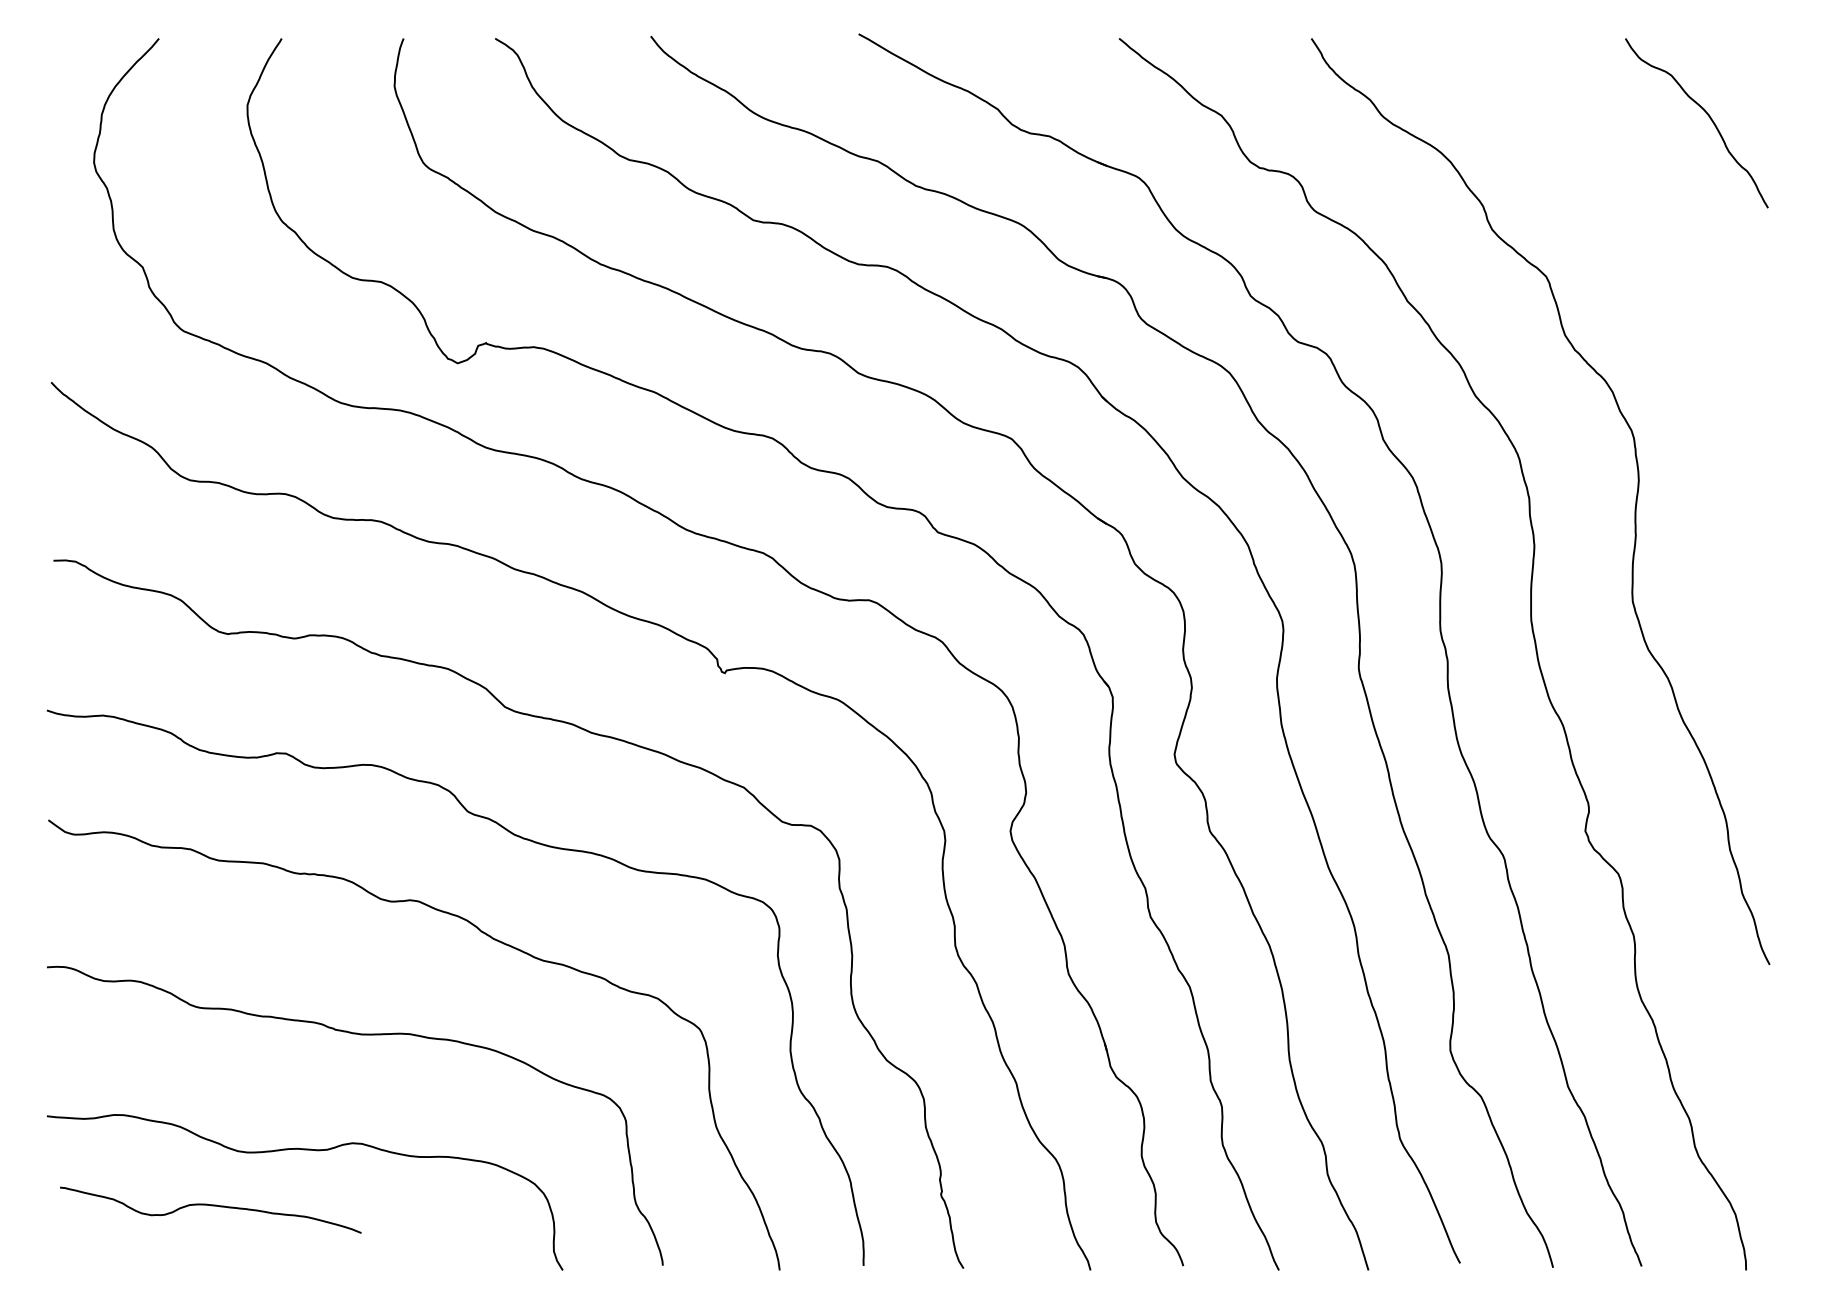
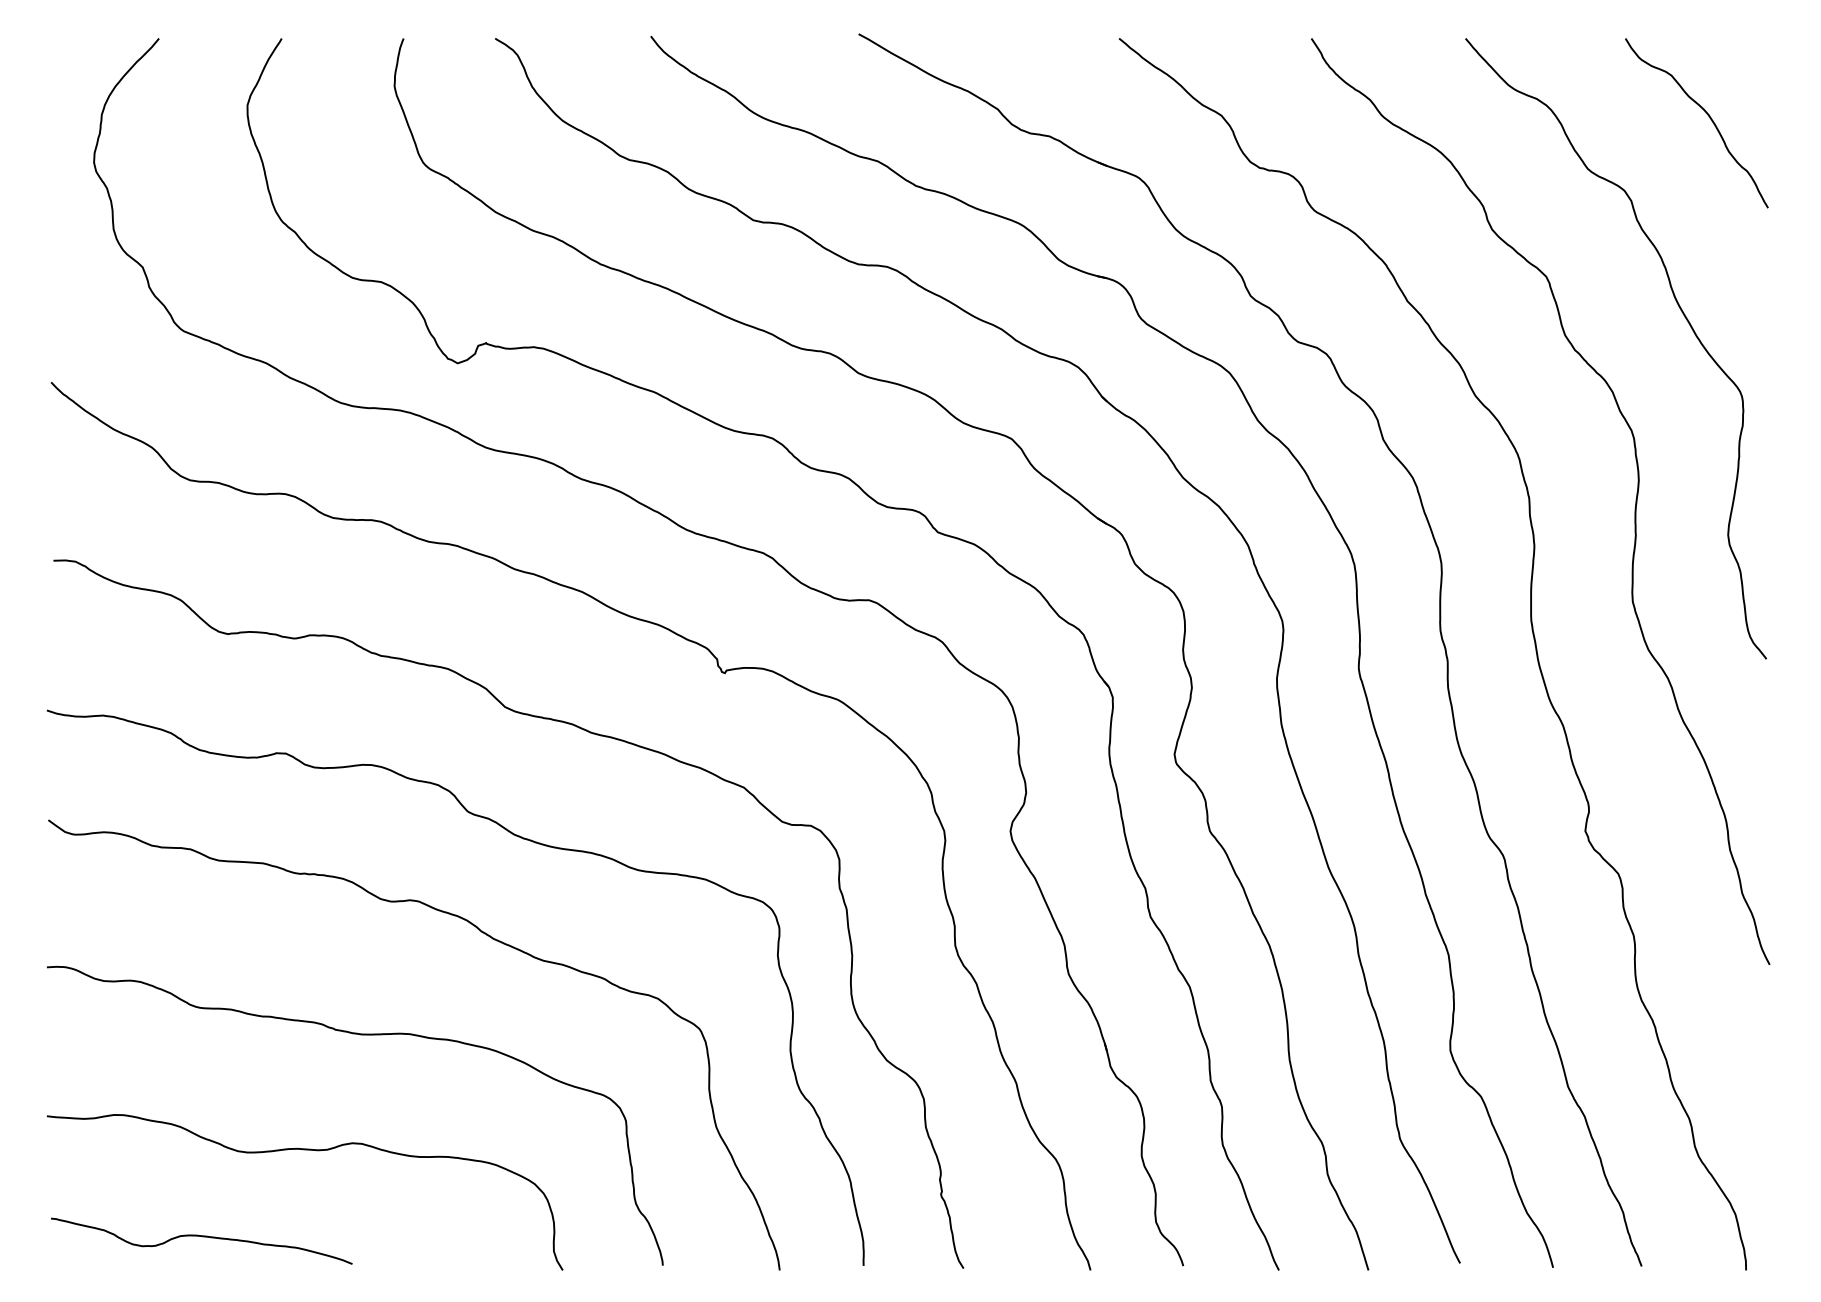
curve at (1681, 312): none -> present
curve at (211, 1206) position: (211, 1206) -> (202, 1237)
